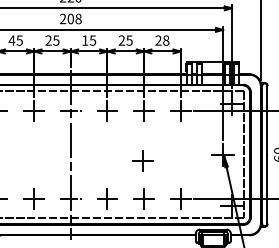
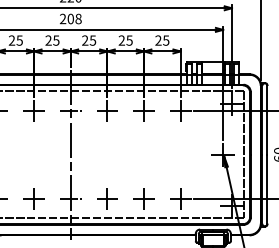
text at (11, 40): 45 -> 25
text at (85, 40): 15 -> 25
text at (166, 40): 28 -> 25
part at (142, 160): present -> none
